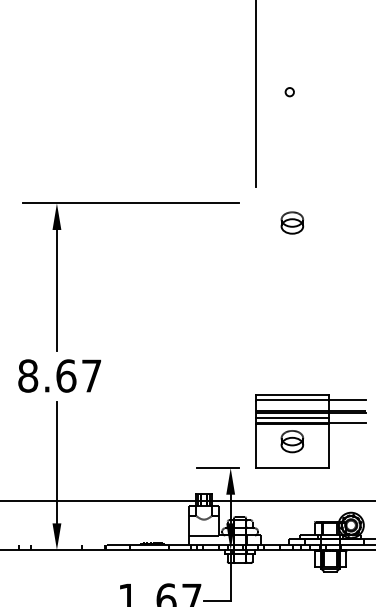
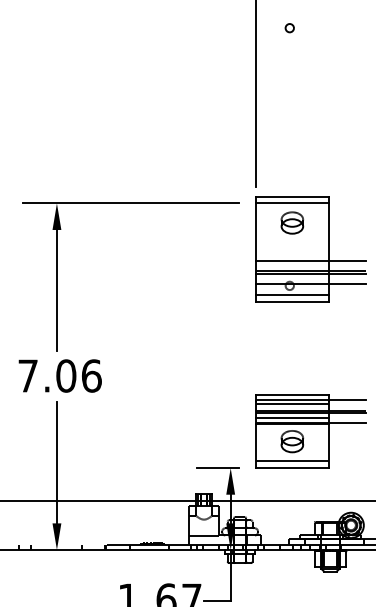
circle at (289, 92) position: (289, 92) -> (289, 28)
part at (310, 249): none -> present
text at (59, 375): 8.67 -> 7.06
line at (292, 404): none -> present
line at (292, 461): none -> present
